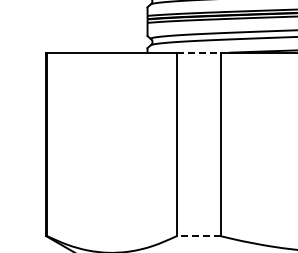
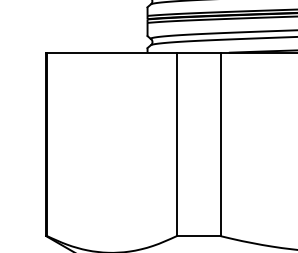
line at (199, 52): dashed -> solid
line at (198, 236): dashed -> solid
